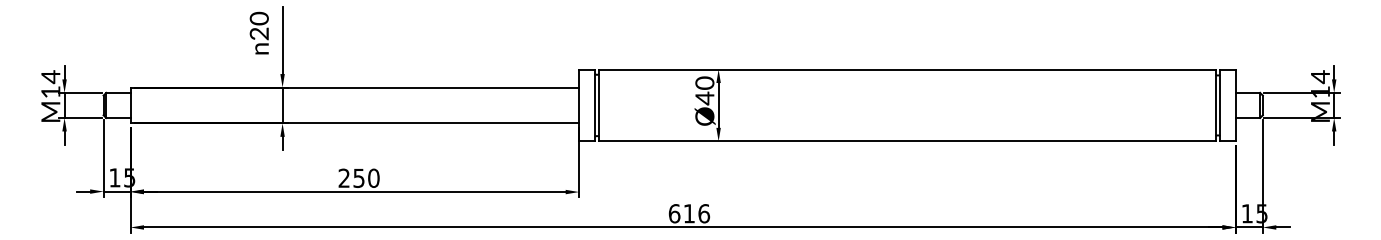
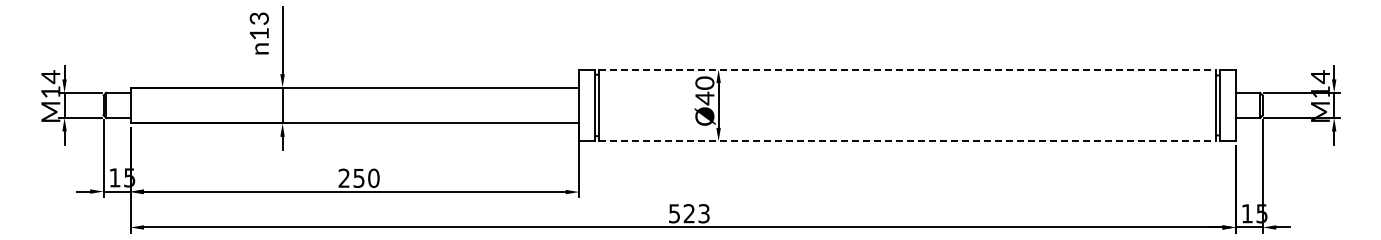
text at (258, 25): 20 -> 13
line at (908, 69): solid -> dashed
line at (908, 141): solid -> dashed
text at (689, 213): 616 -> 523
